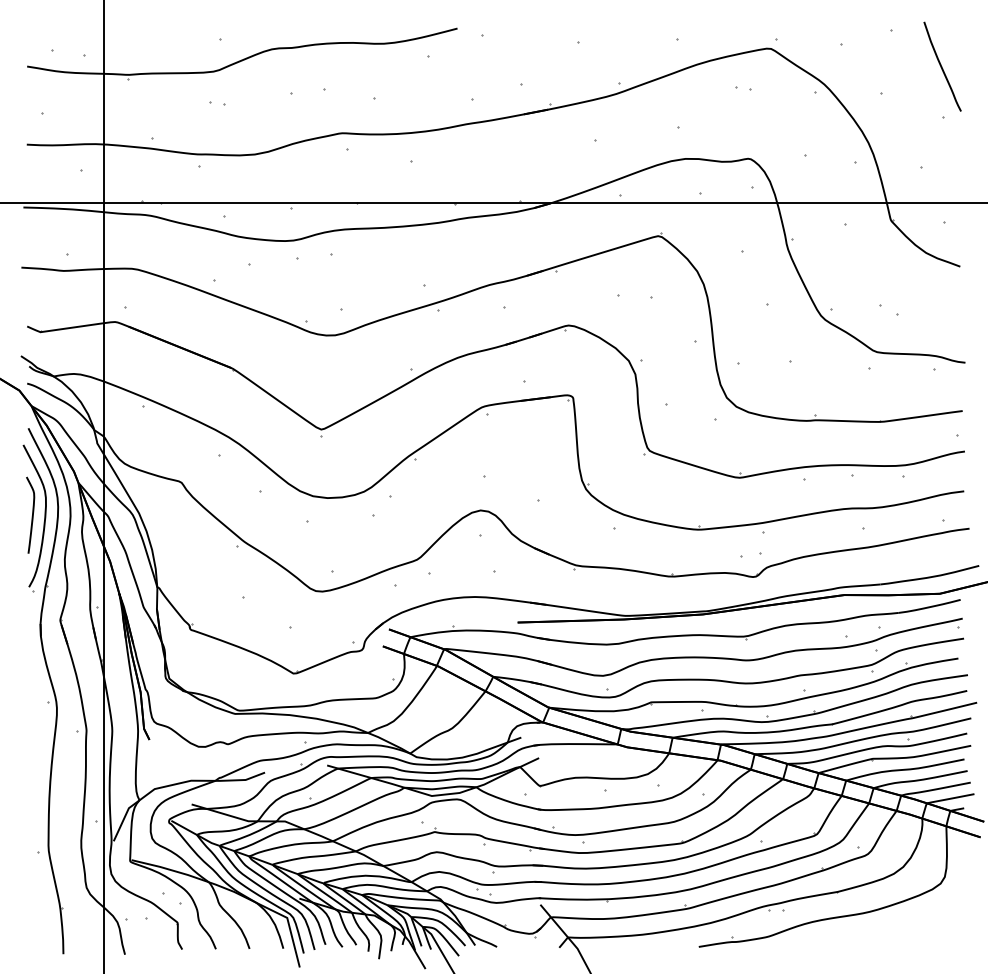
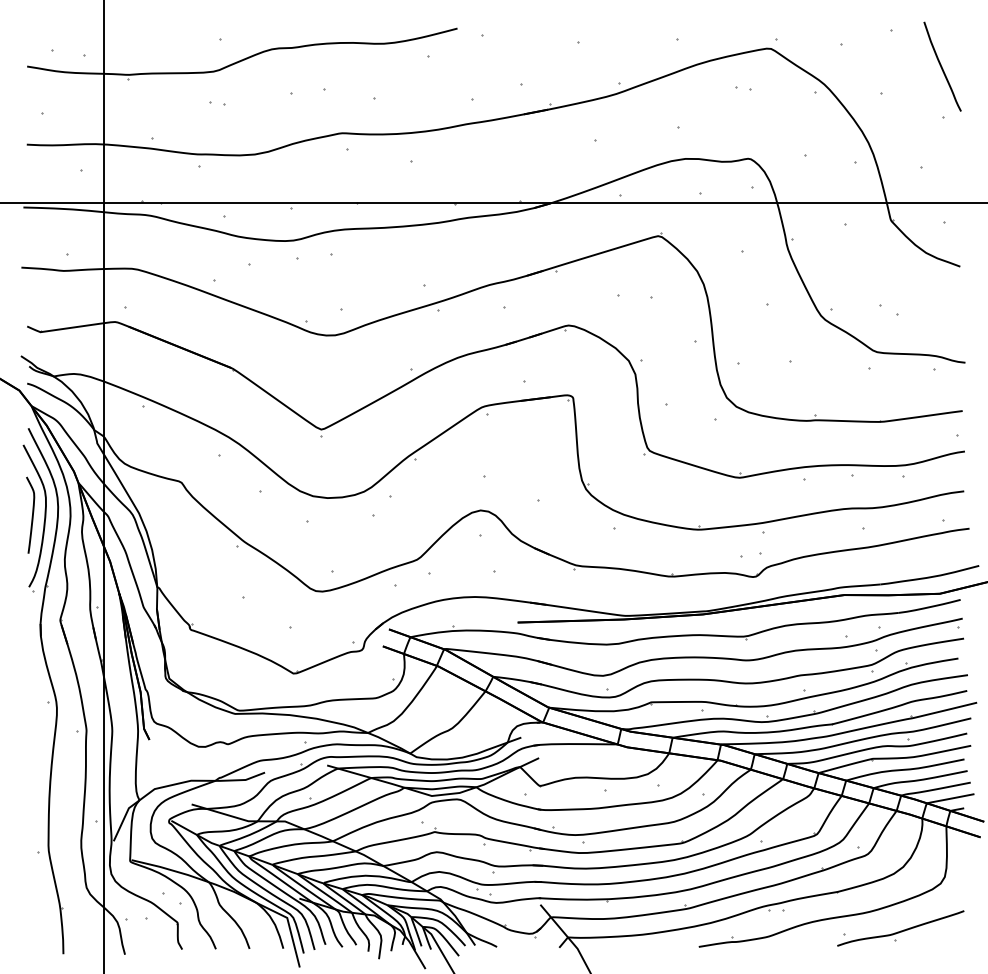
part at (900, 928): none -> present
